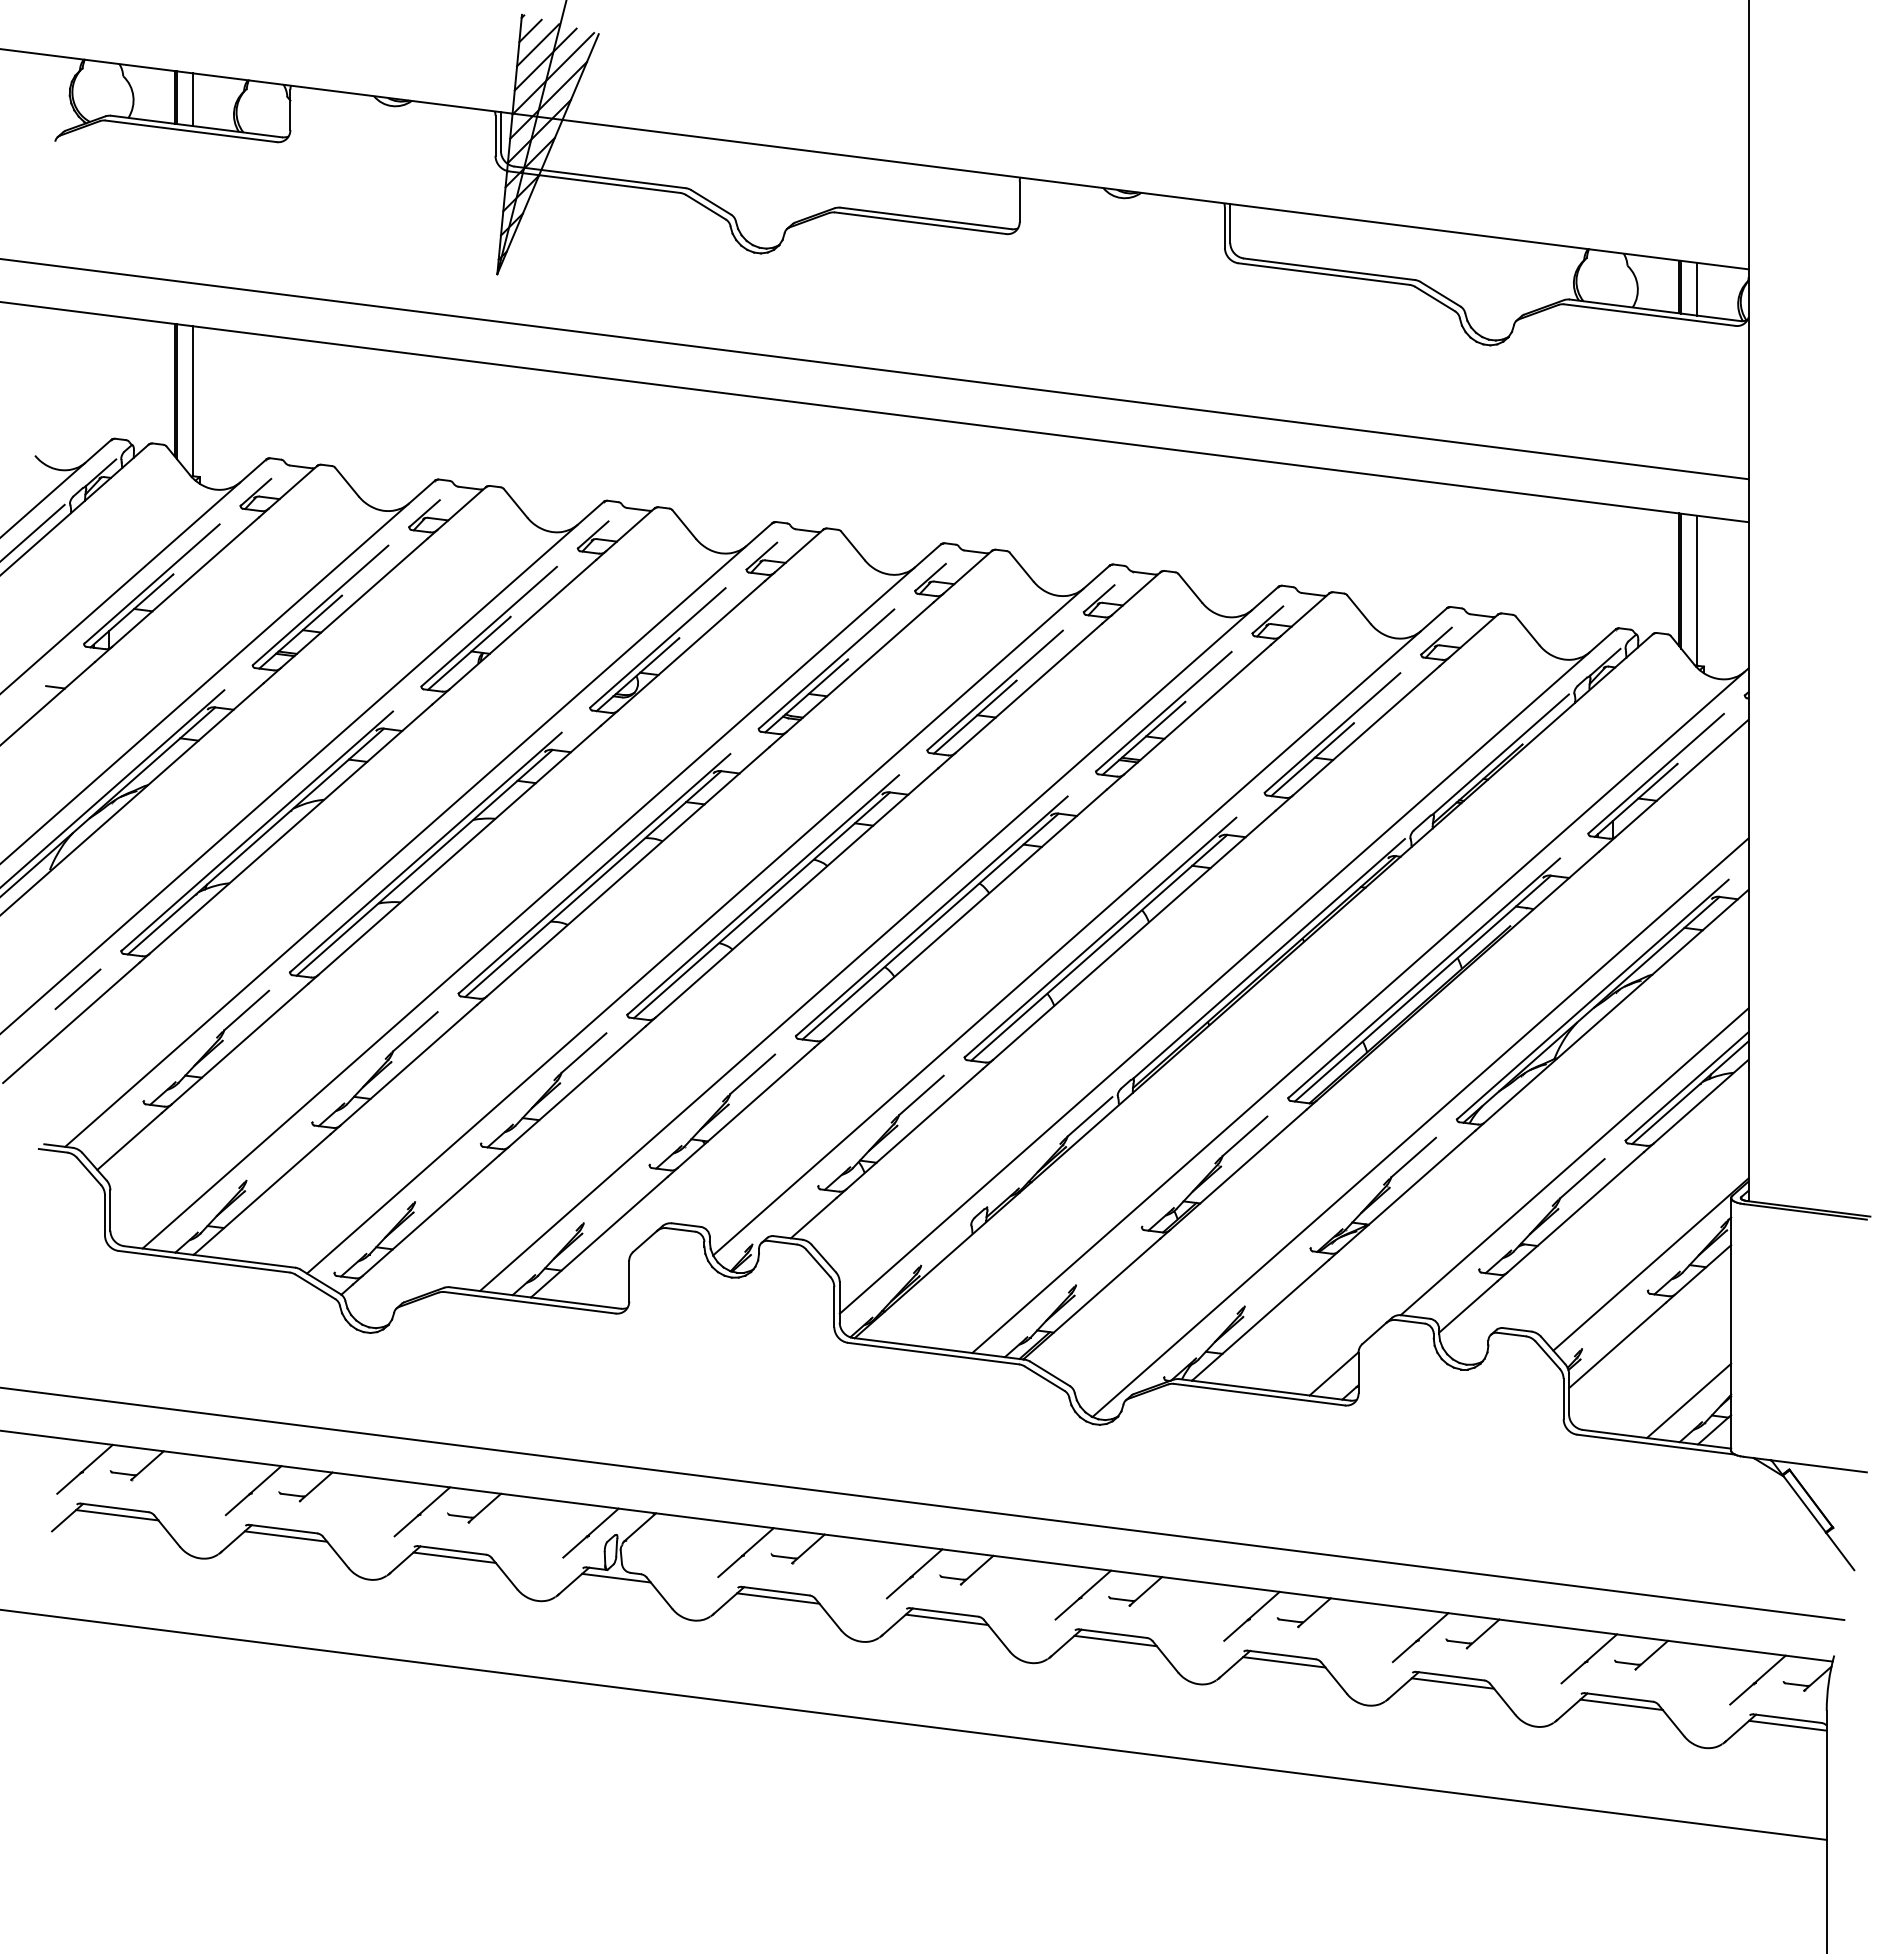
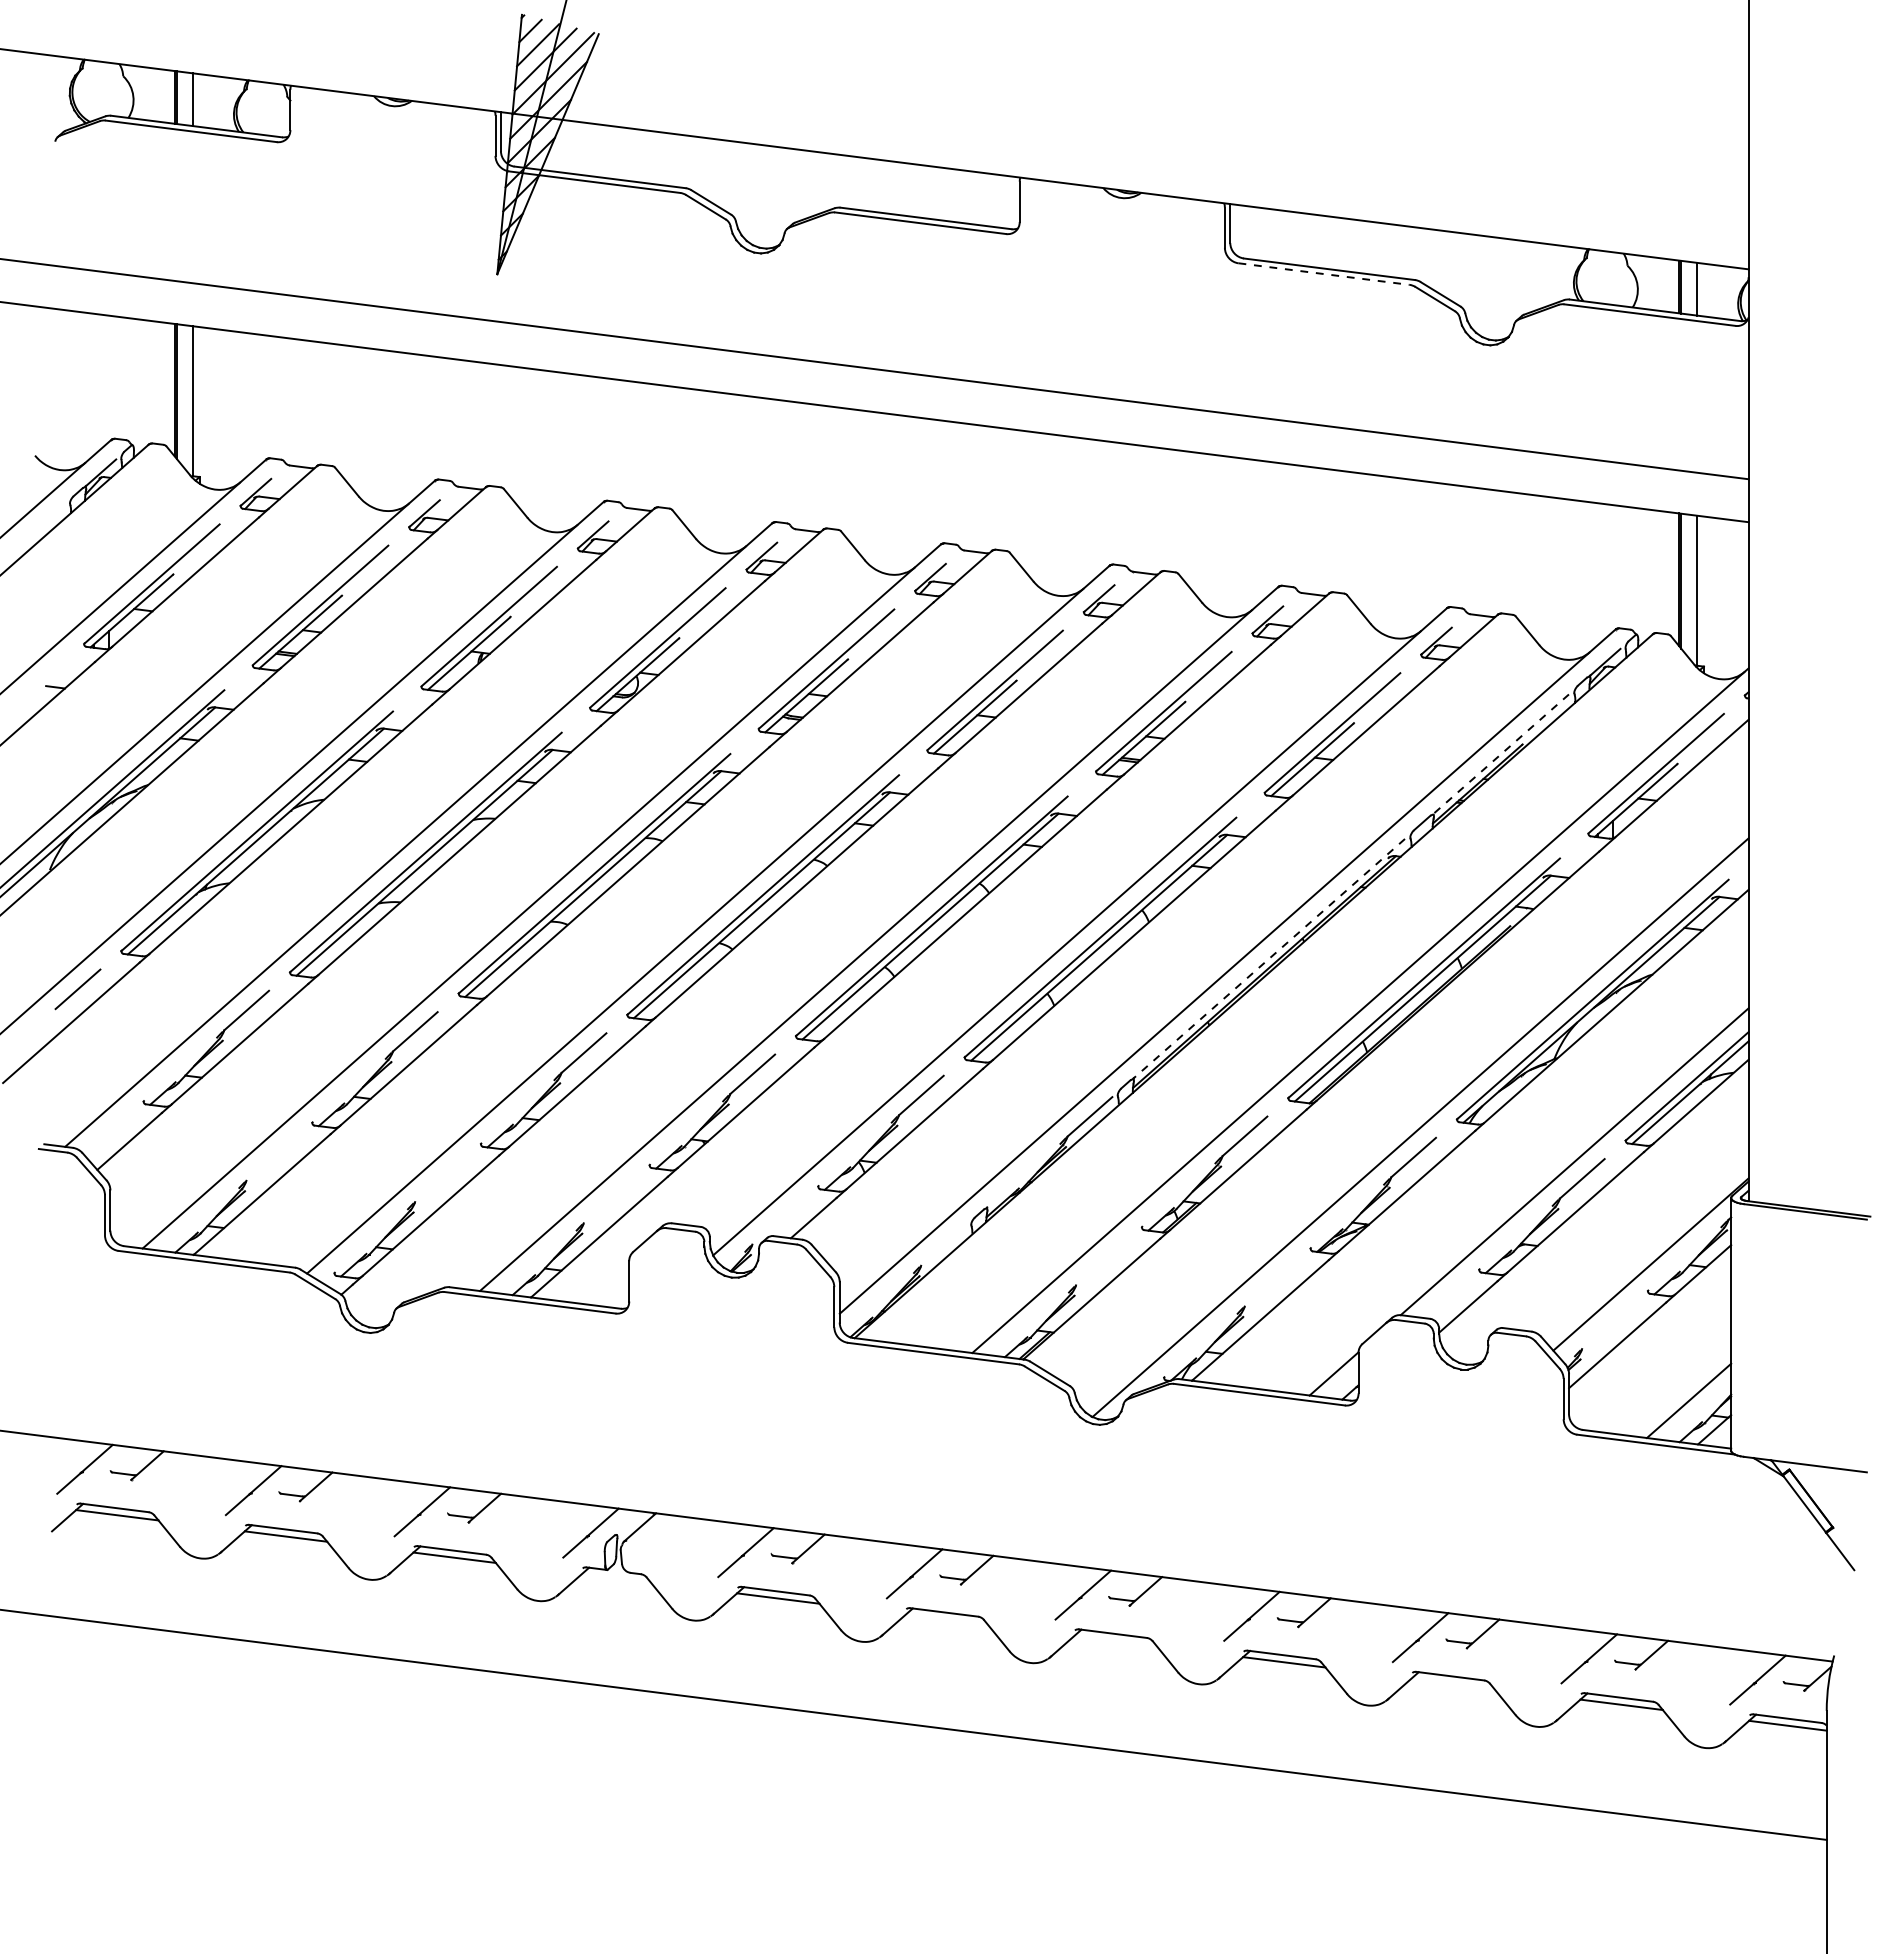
line at (1324, 274): solid -> dashed
line at (33, 532): present -> none
line at (1500, 754): solid -> dashed
line at (1268, 959): solid -> dashed
line at (923, 1503): present -> none
line at (616, 1577): present -> none
line at (946, 1619): present -> none
line at (1115, 1640): present -> none
line at (1452, 1683): present -> none
